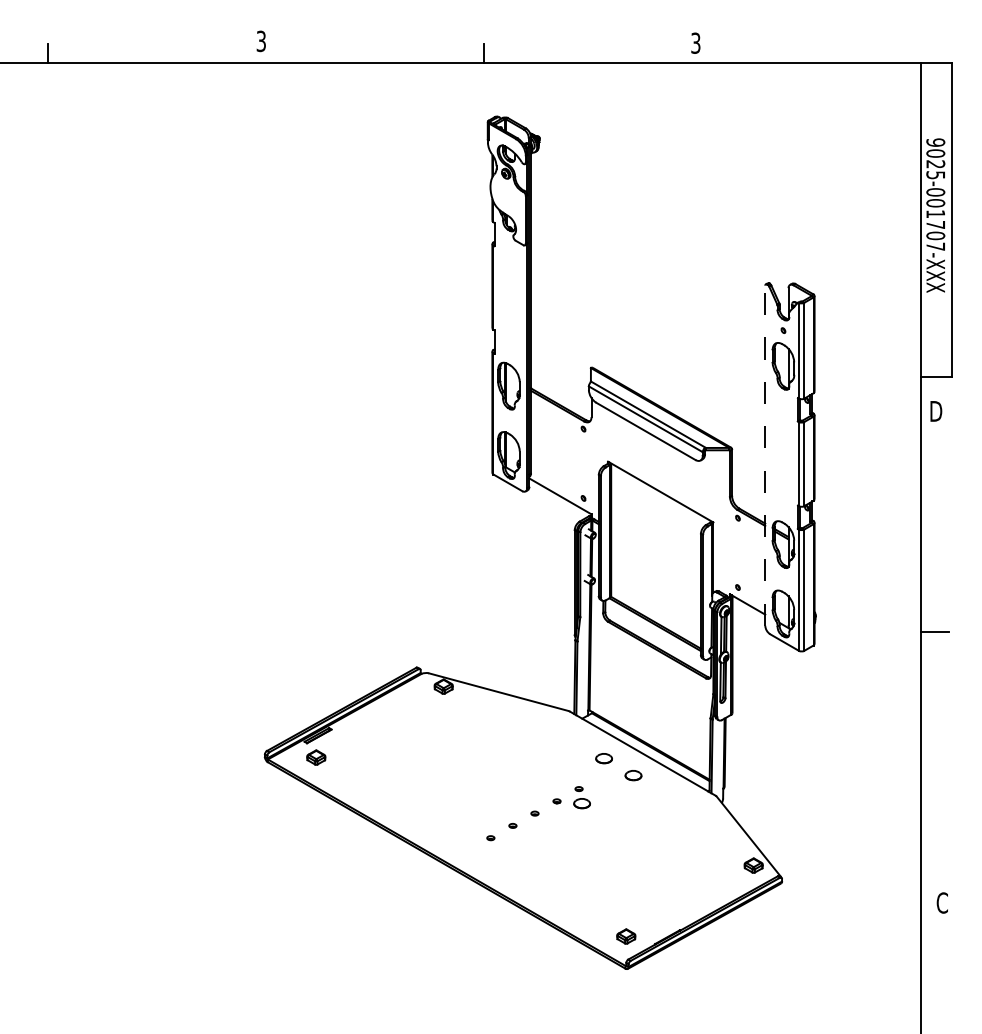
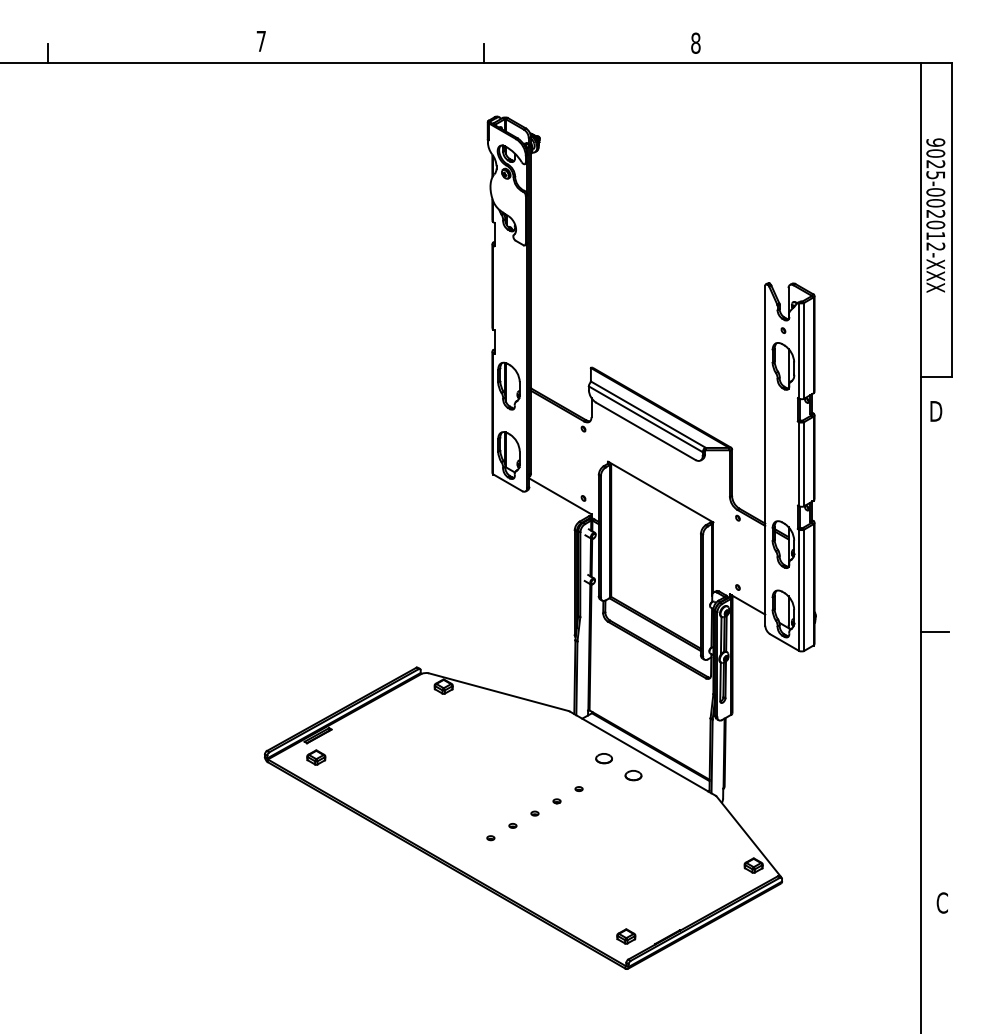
text at (260, 41): 3 -> 7
text at (695, 42): 3 -> 8
text at (935, 230): 9025-001707-XXX -> 9025-002012-XXX
line at (765, 455): dashed -> solid
part at (581, 803): present -> none
